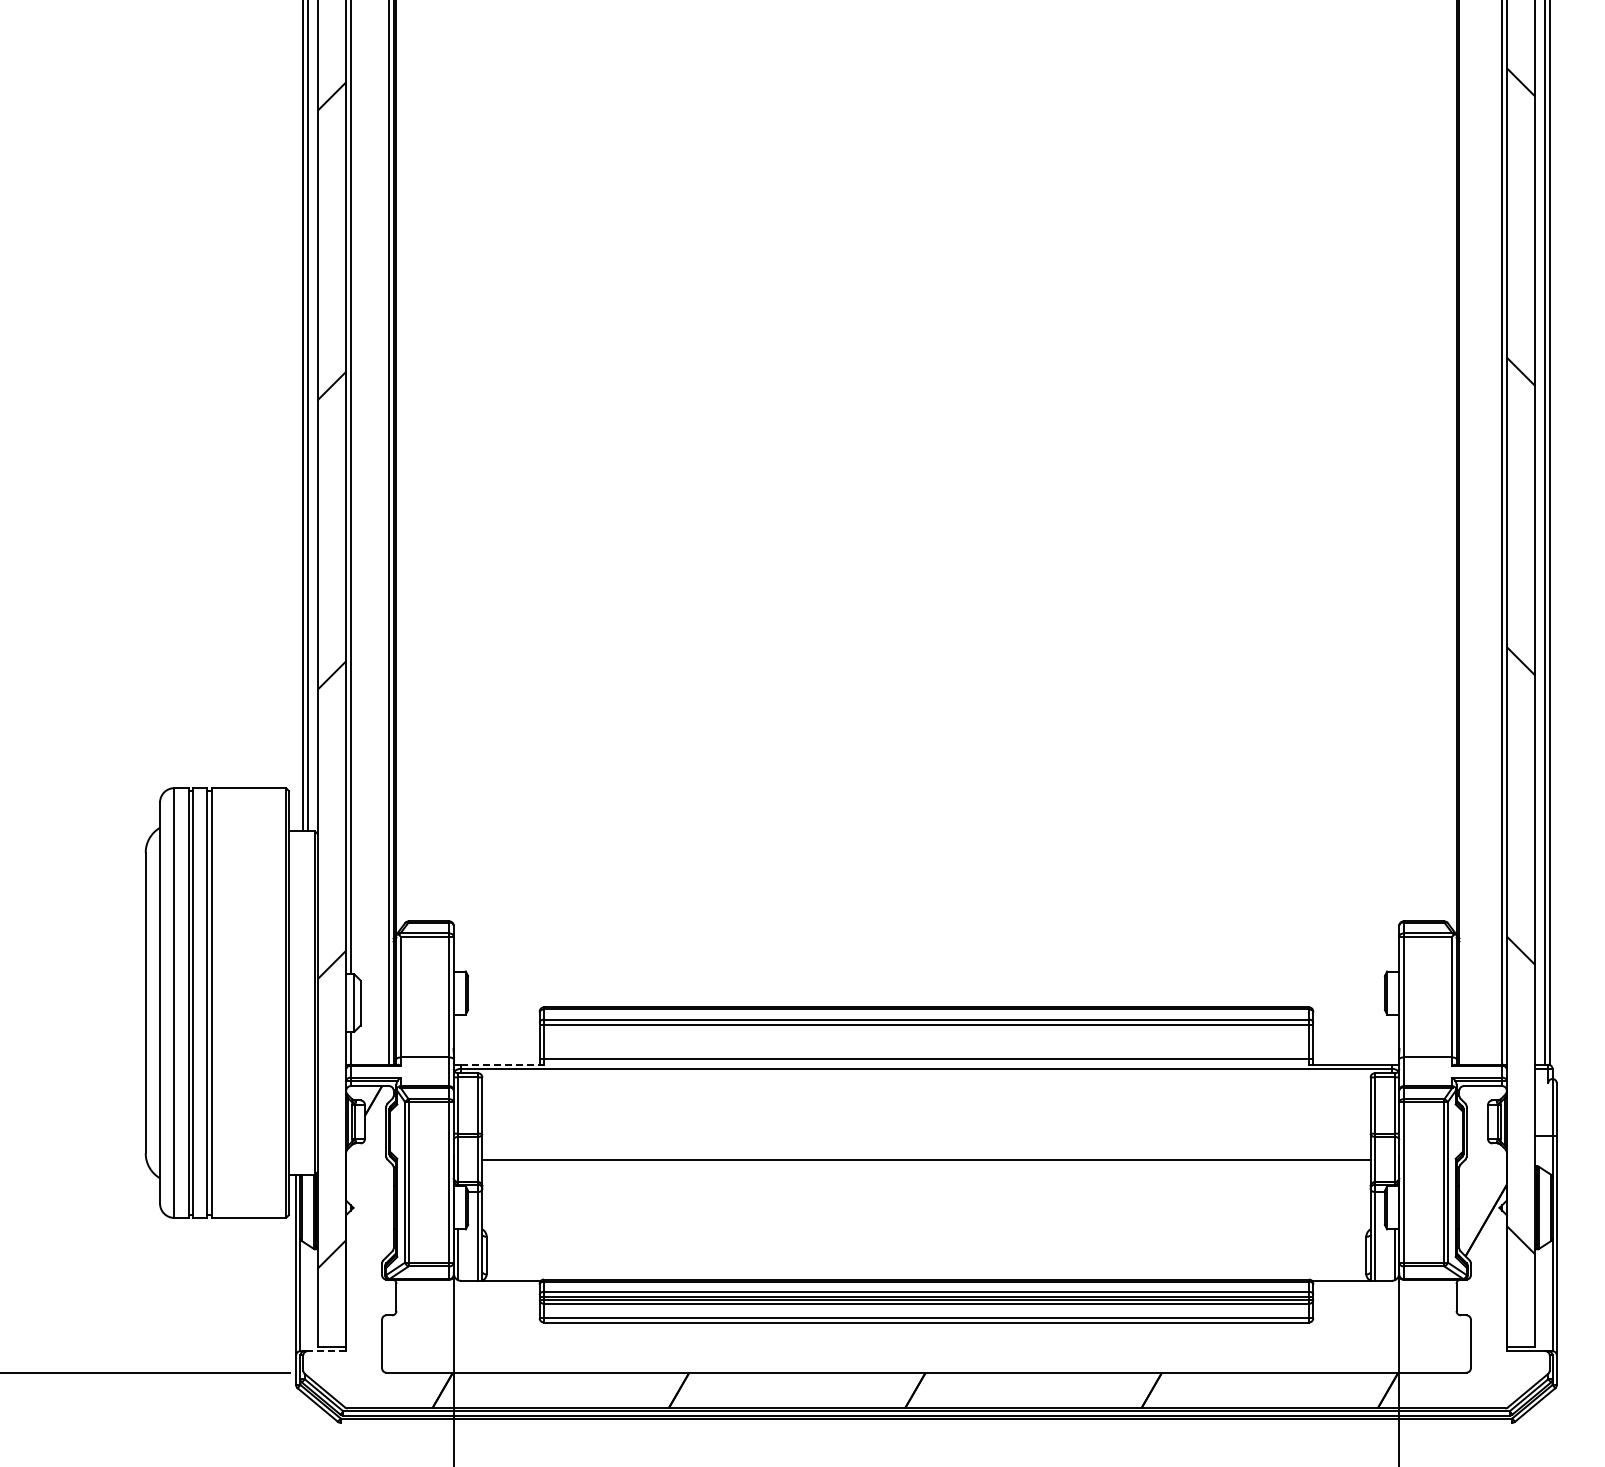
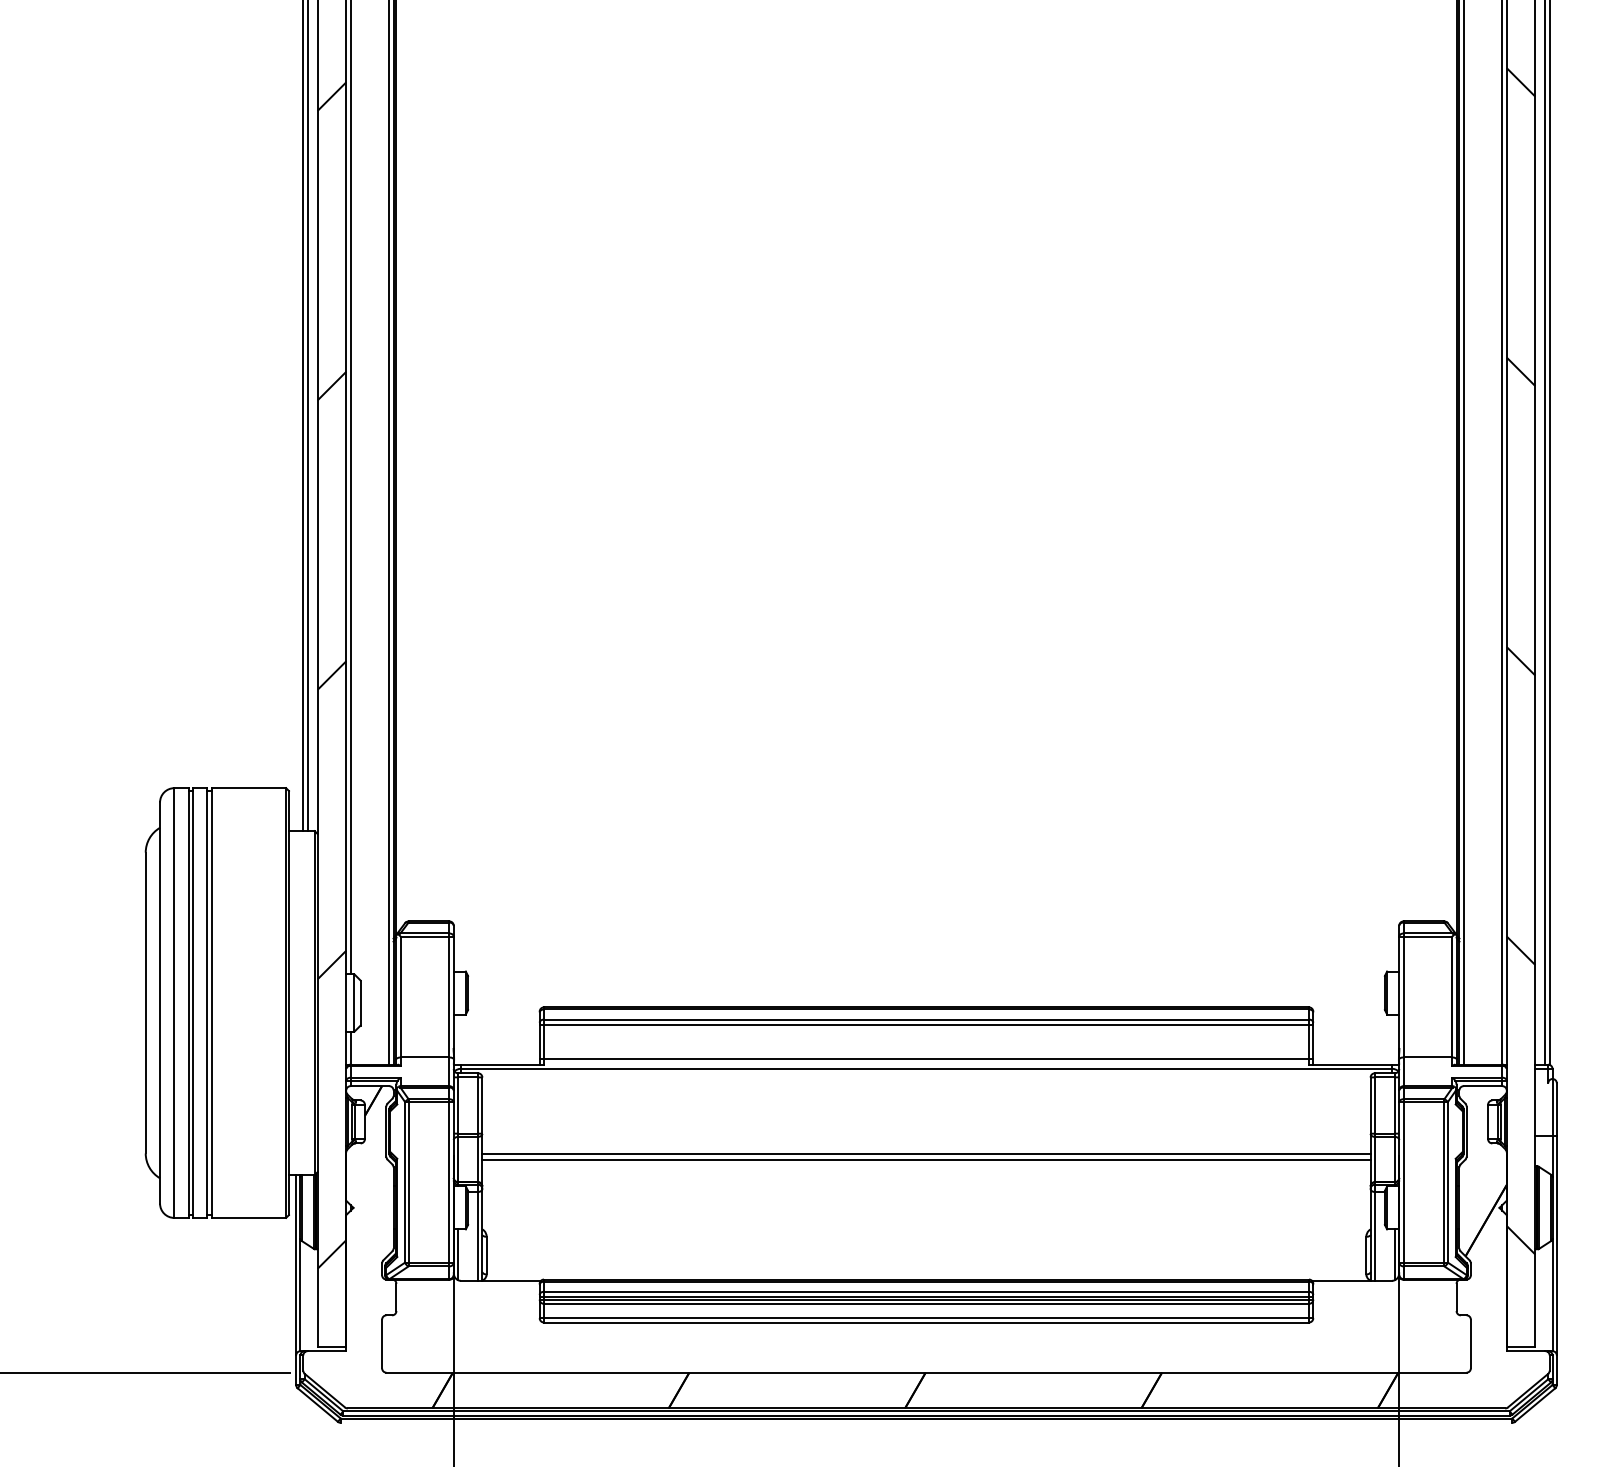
line at (1463, 533): none -> present
line at (502, 1064): dashed -> solid
line at (926, 1154): none -> present
line at (326, 1351): dashed -> solid
